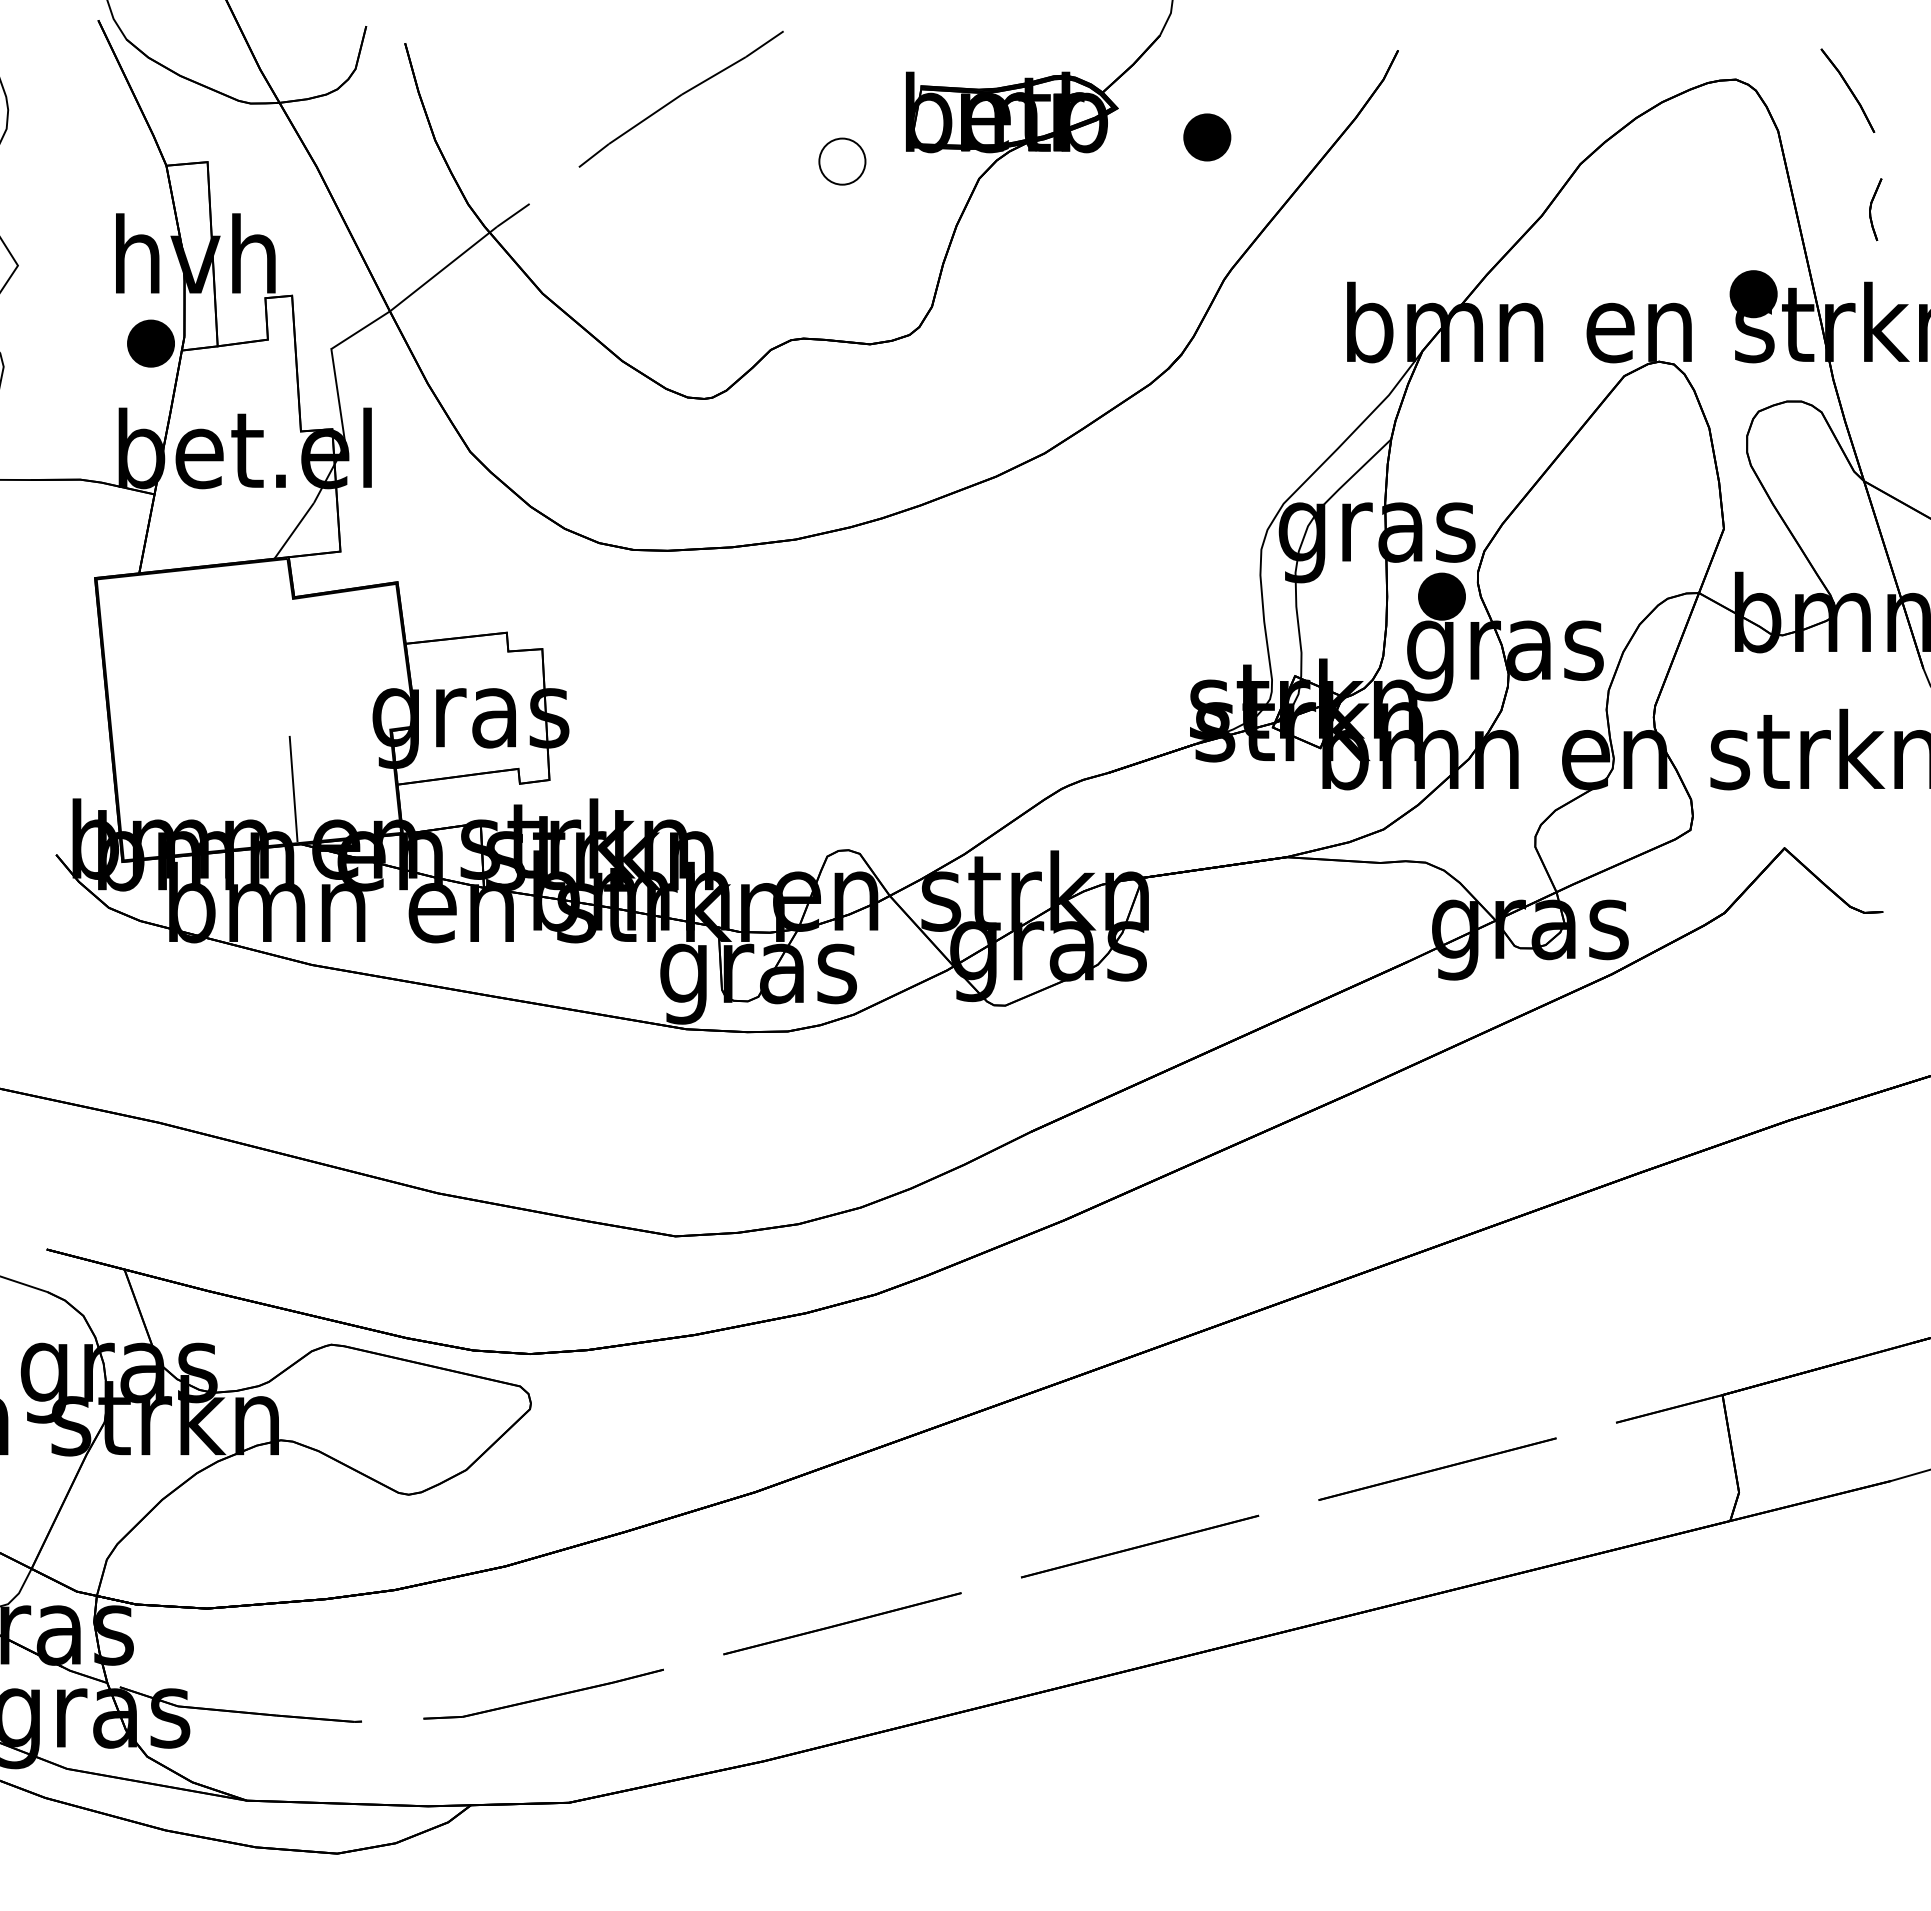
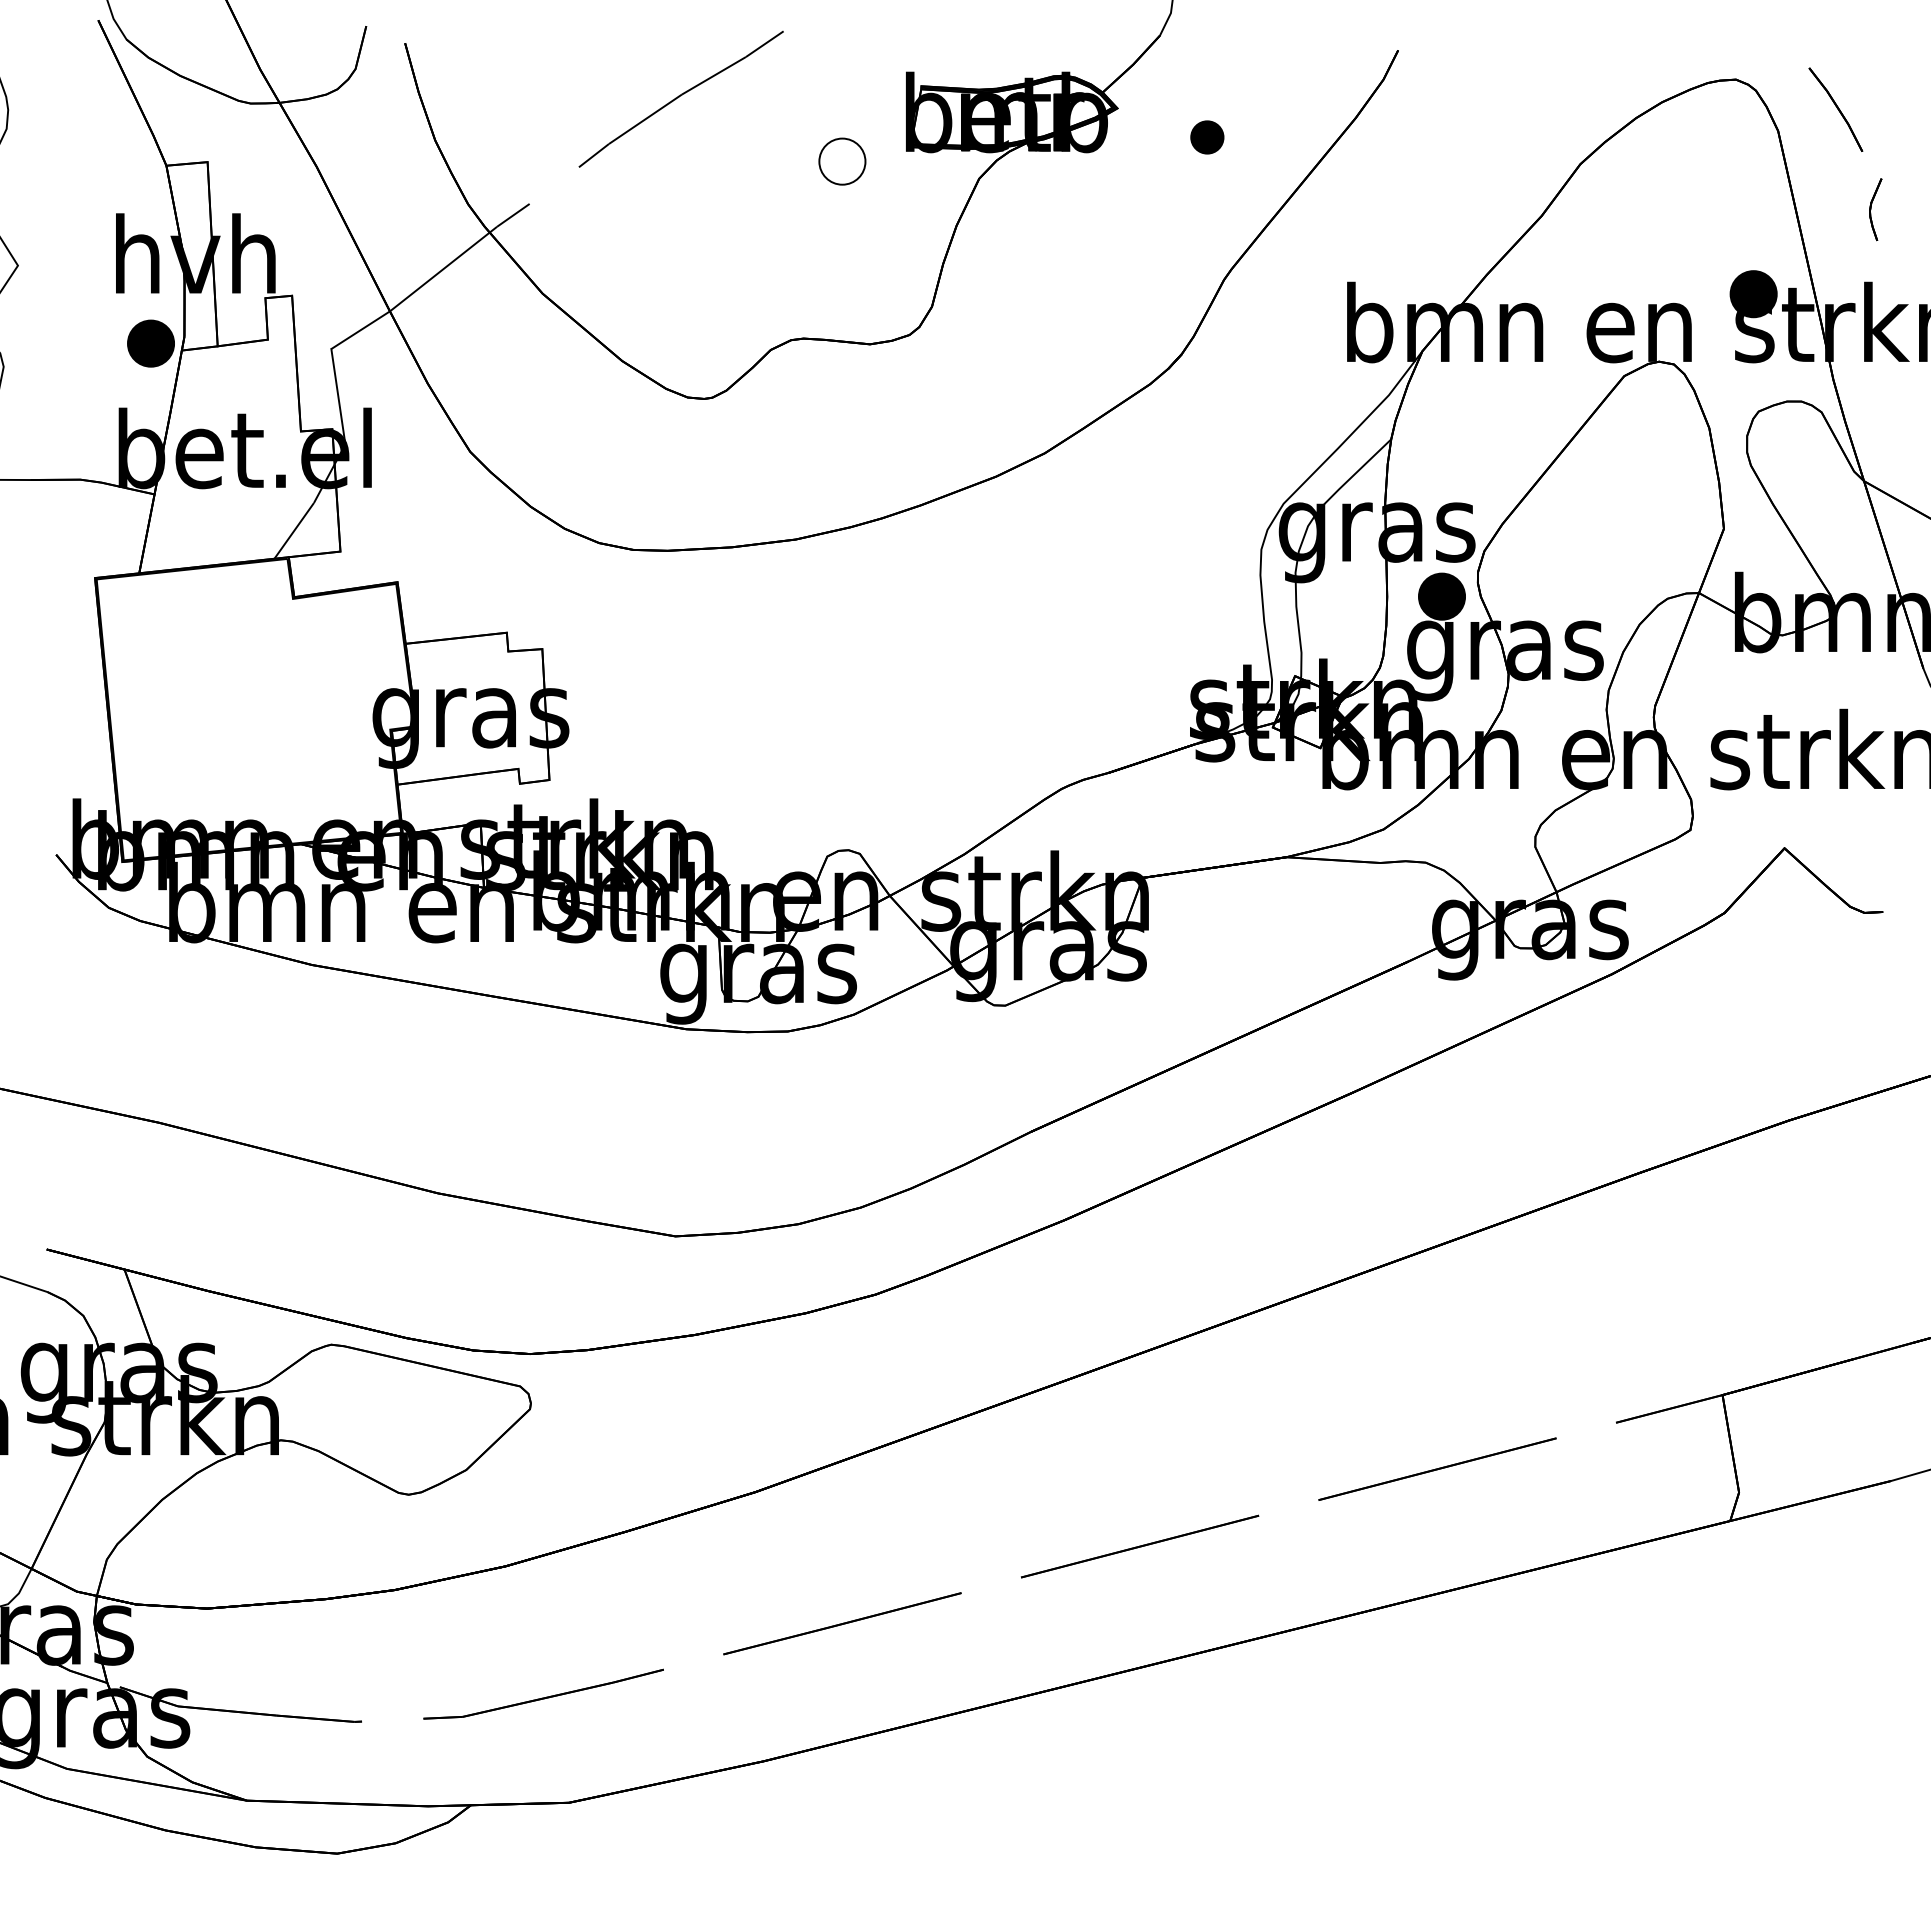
part at (1847, 90) position: (1847, 90) -> (1835, 109)
part at (1207, 137) size: 49x49 px -> 35x35 px
line at (293, 788): present -> none
